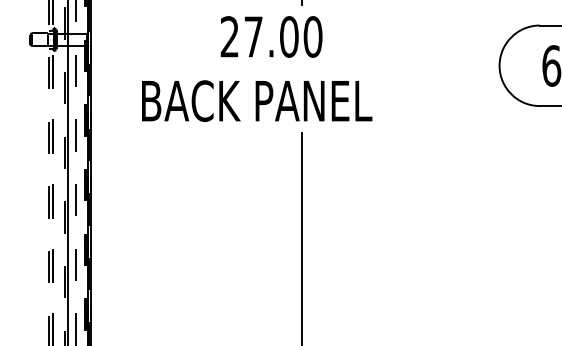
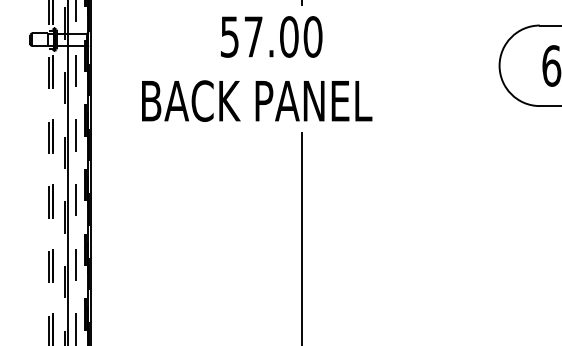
text at (229, 36): 27.00 -> 57.00
